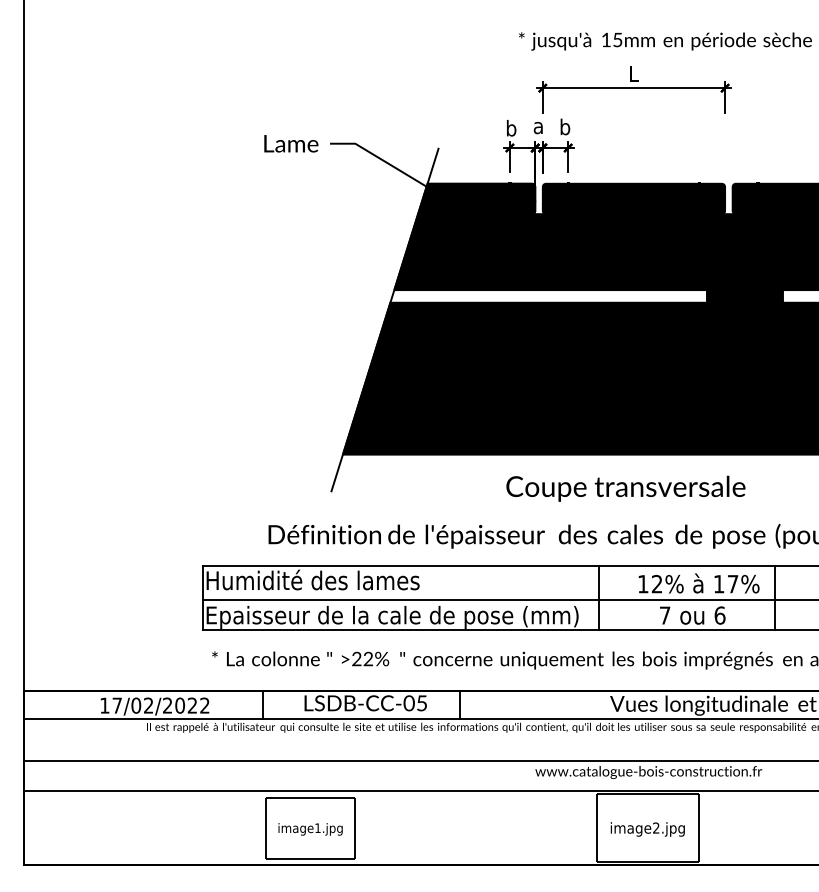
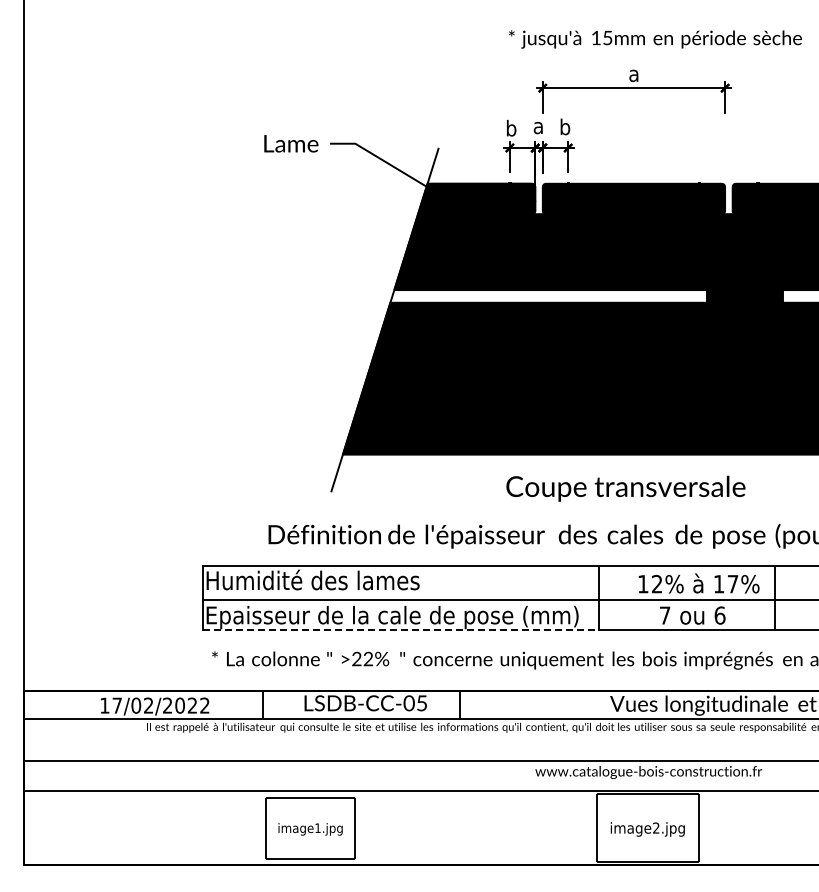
text at (665, 41) position: (665, 41) -> (655, 39)
text at (633, 73): L -> a
line at (400, 630): solid -> dashed
